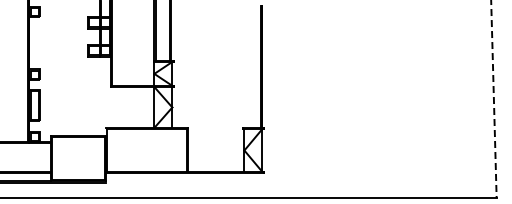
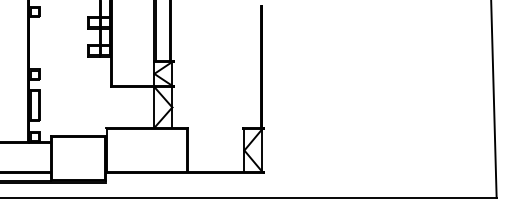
line at (493, 98): dashed -> solid
